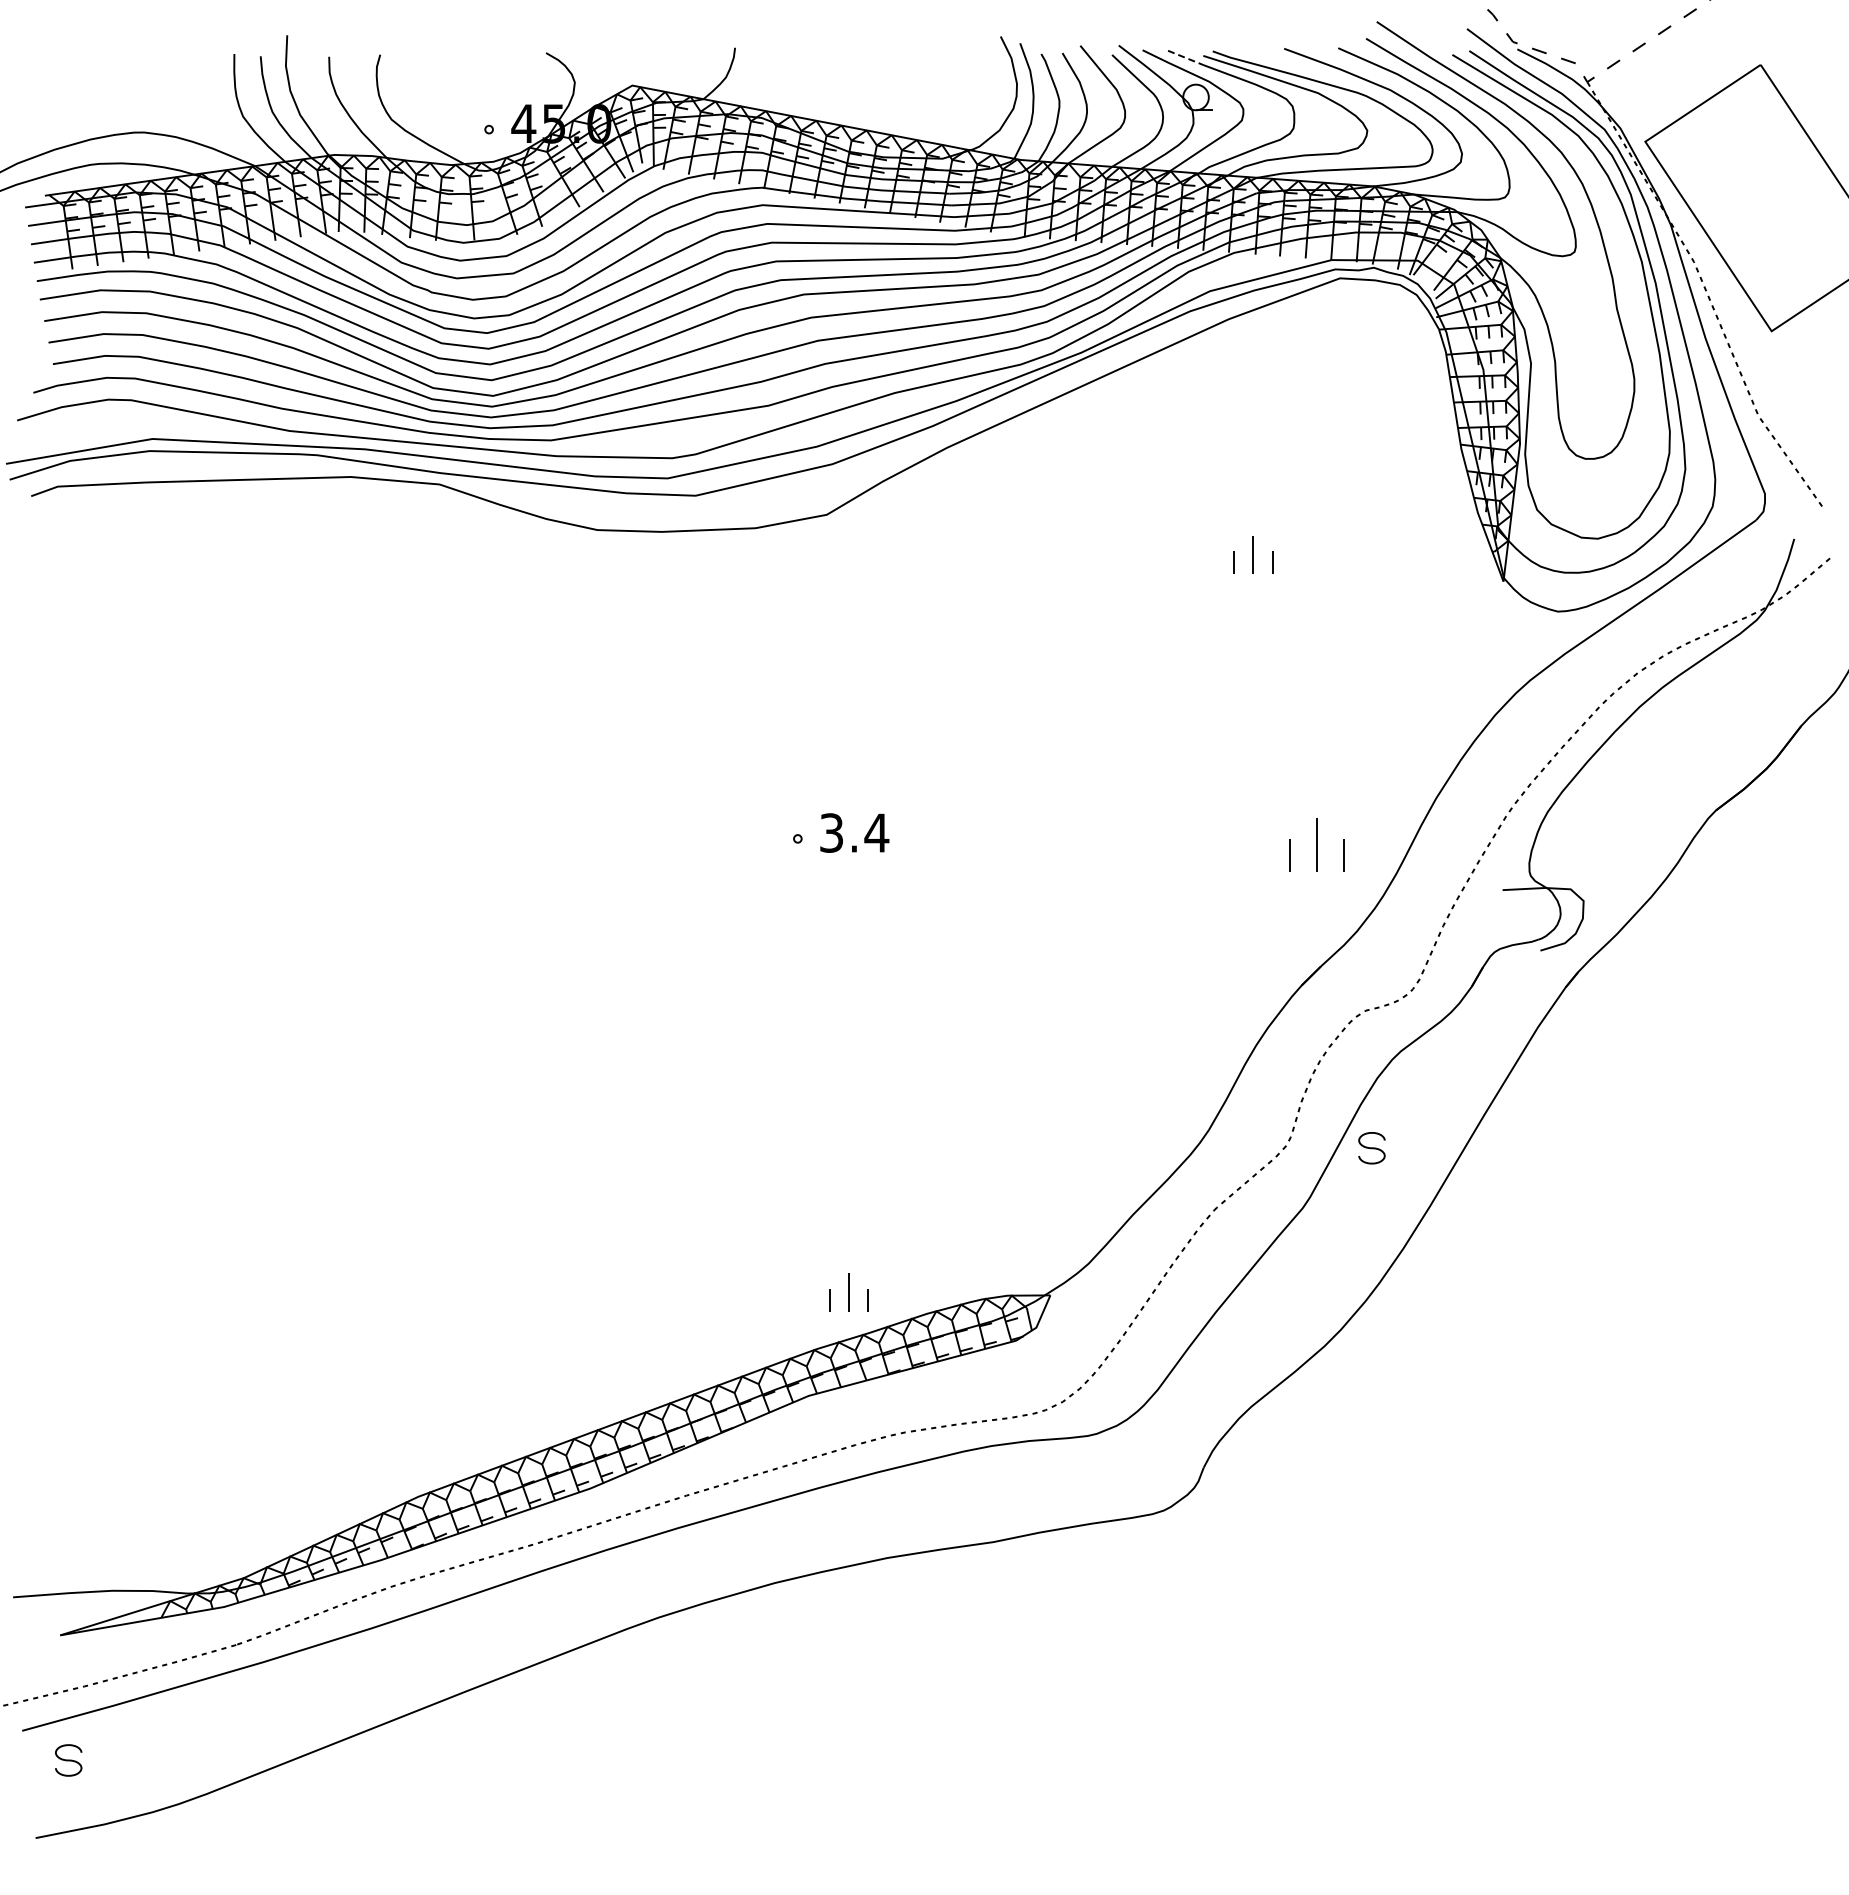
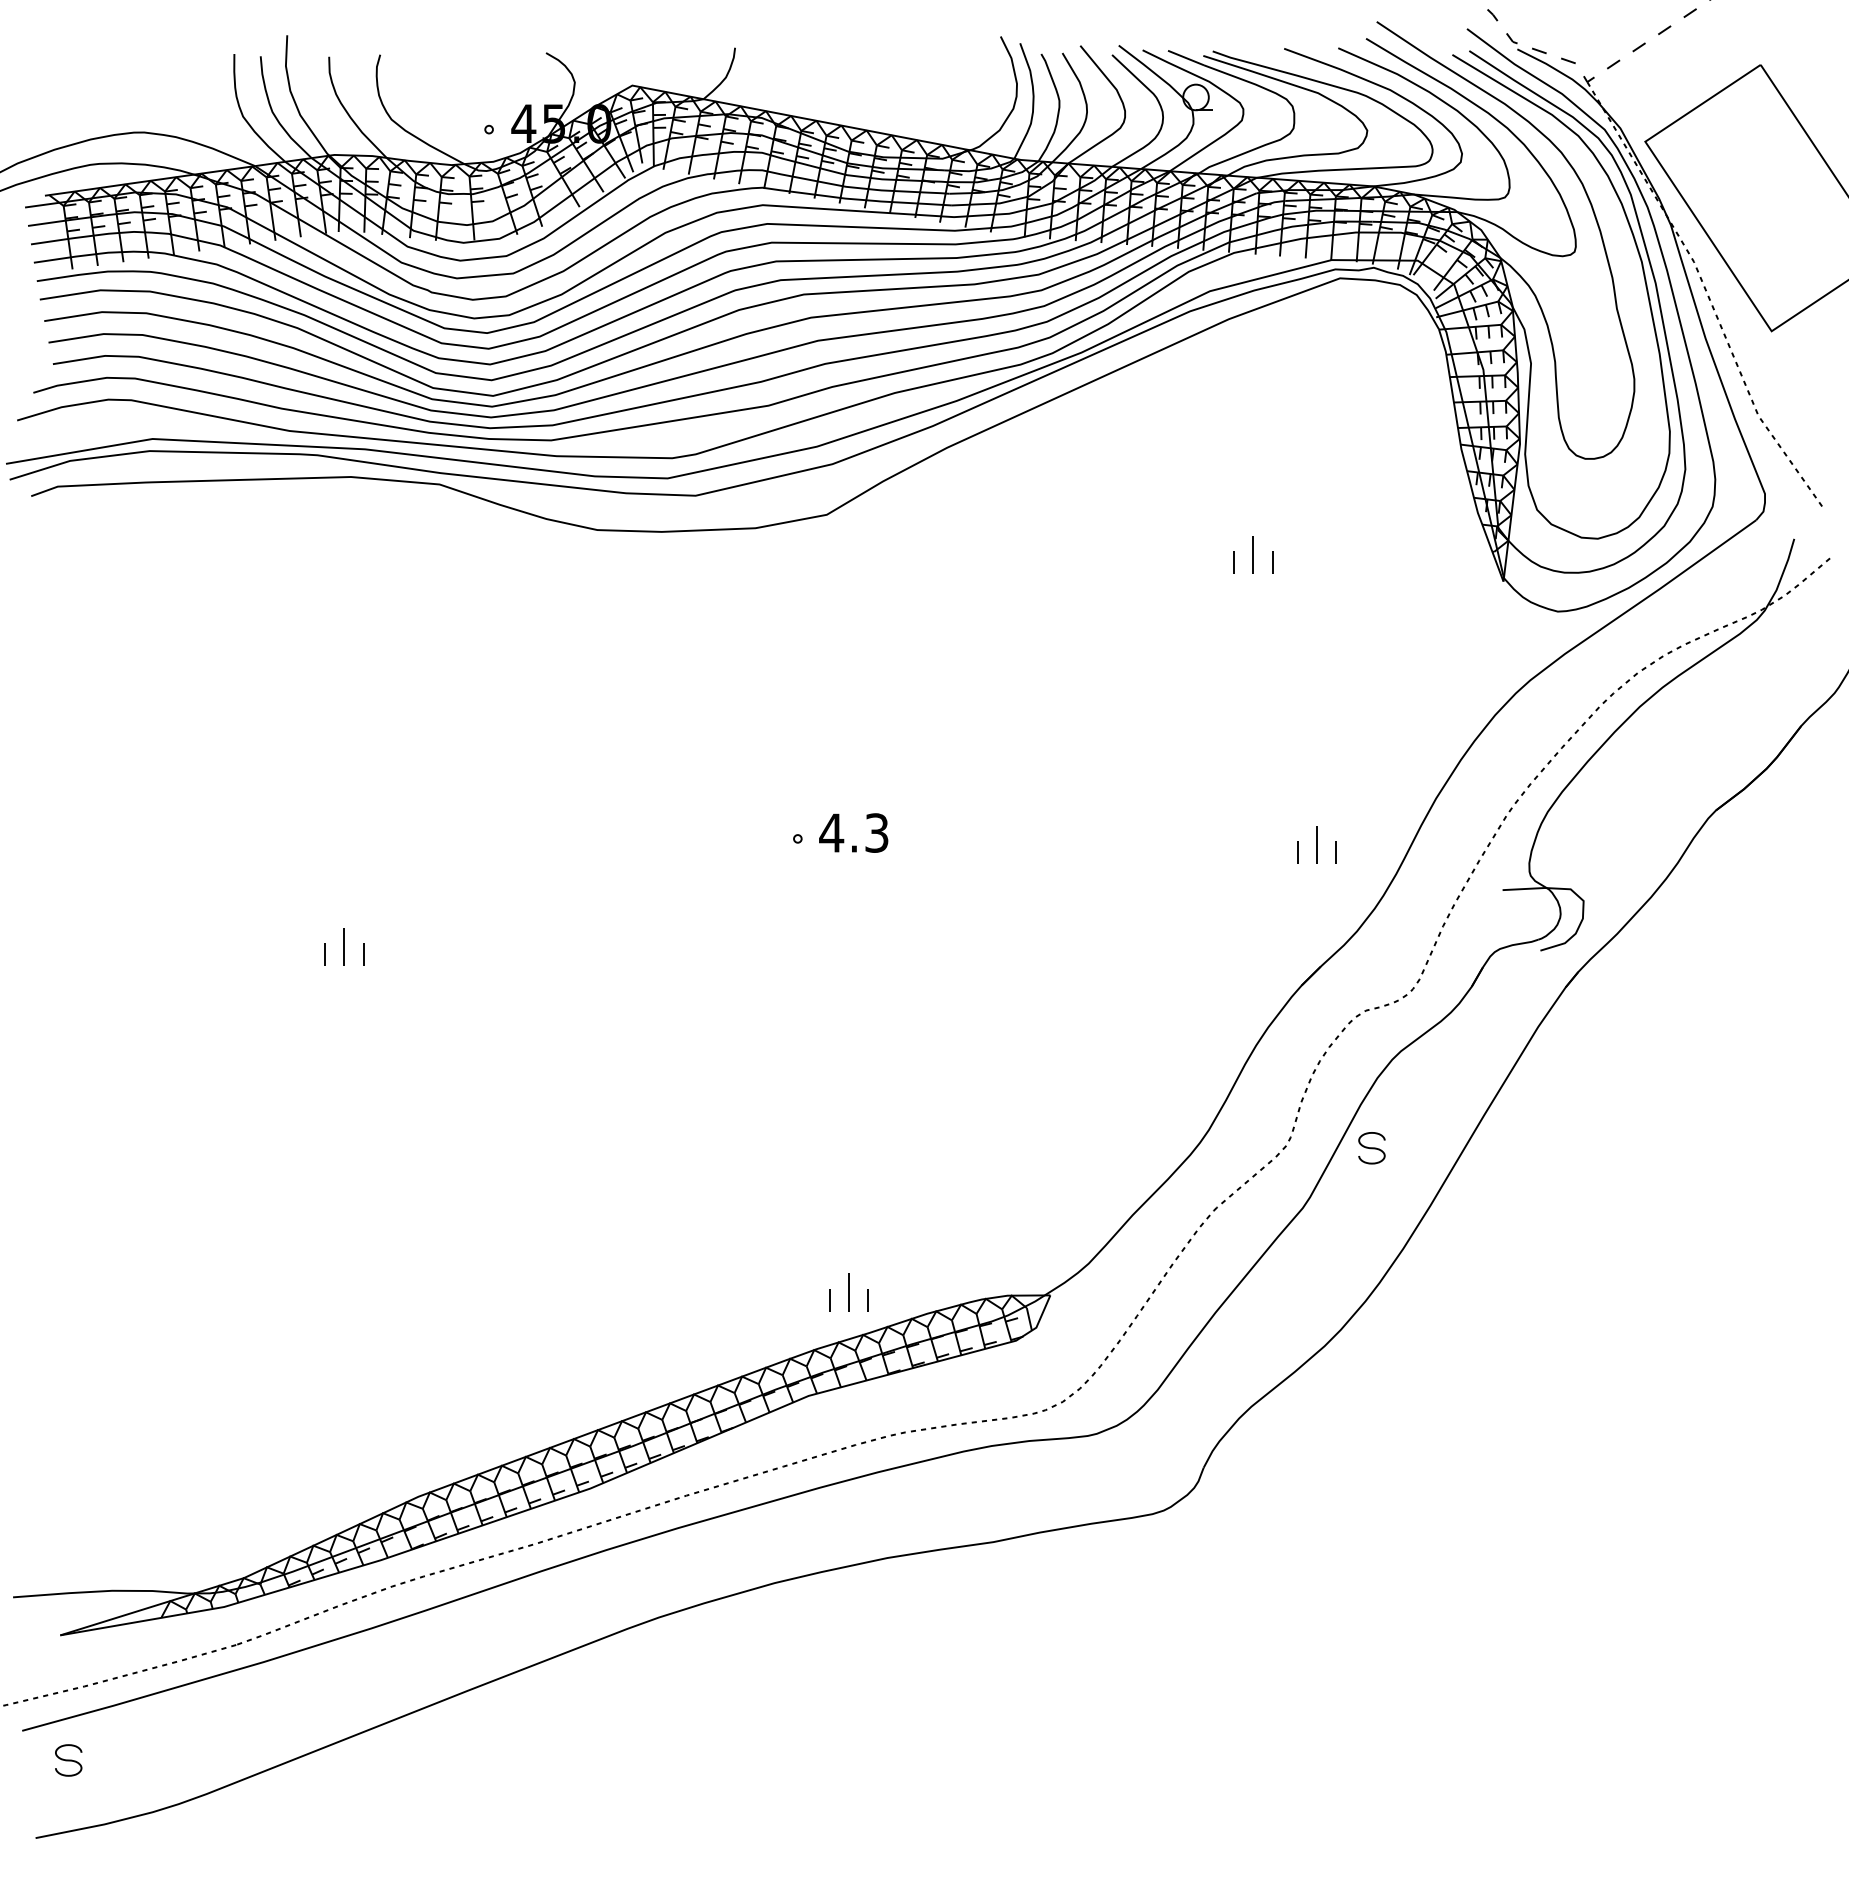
line at (1186, 58): dashed -> solid
text at (854, 832): 3.4 -> 4.3
part at (1316, 844) size: 56x54 px -> 40x38 px
part at (344, 946): none -> present
